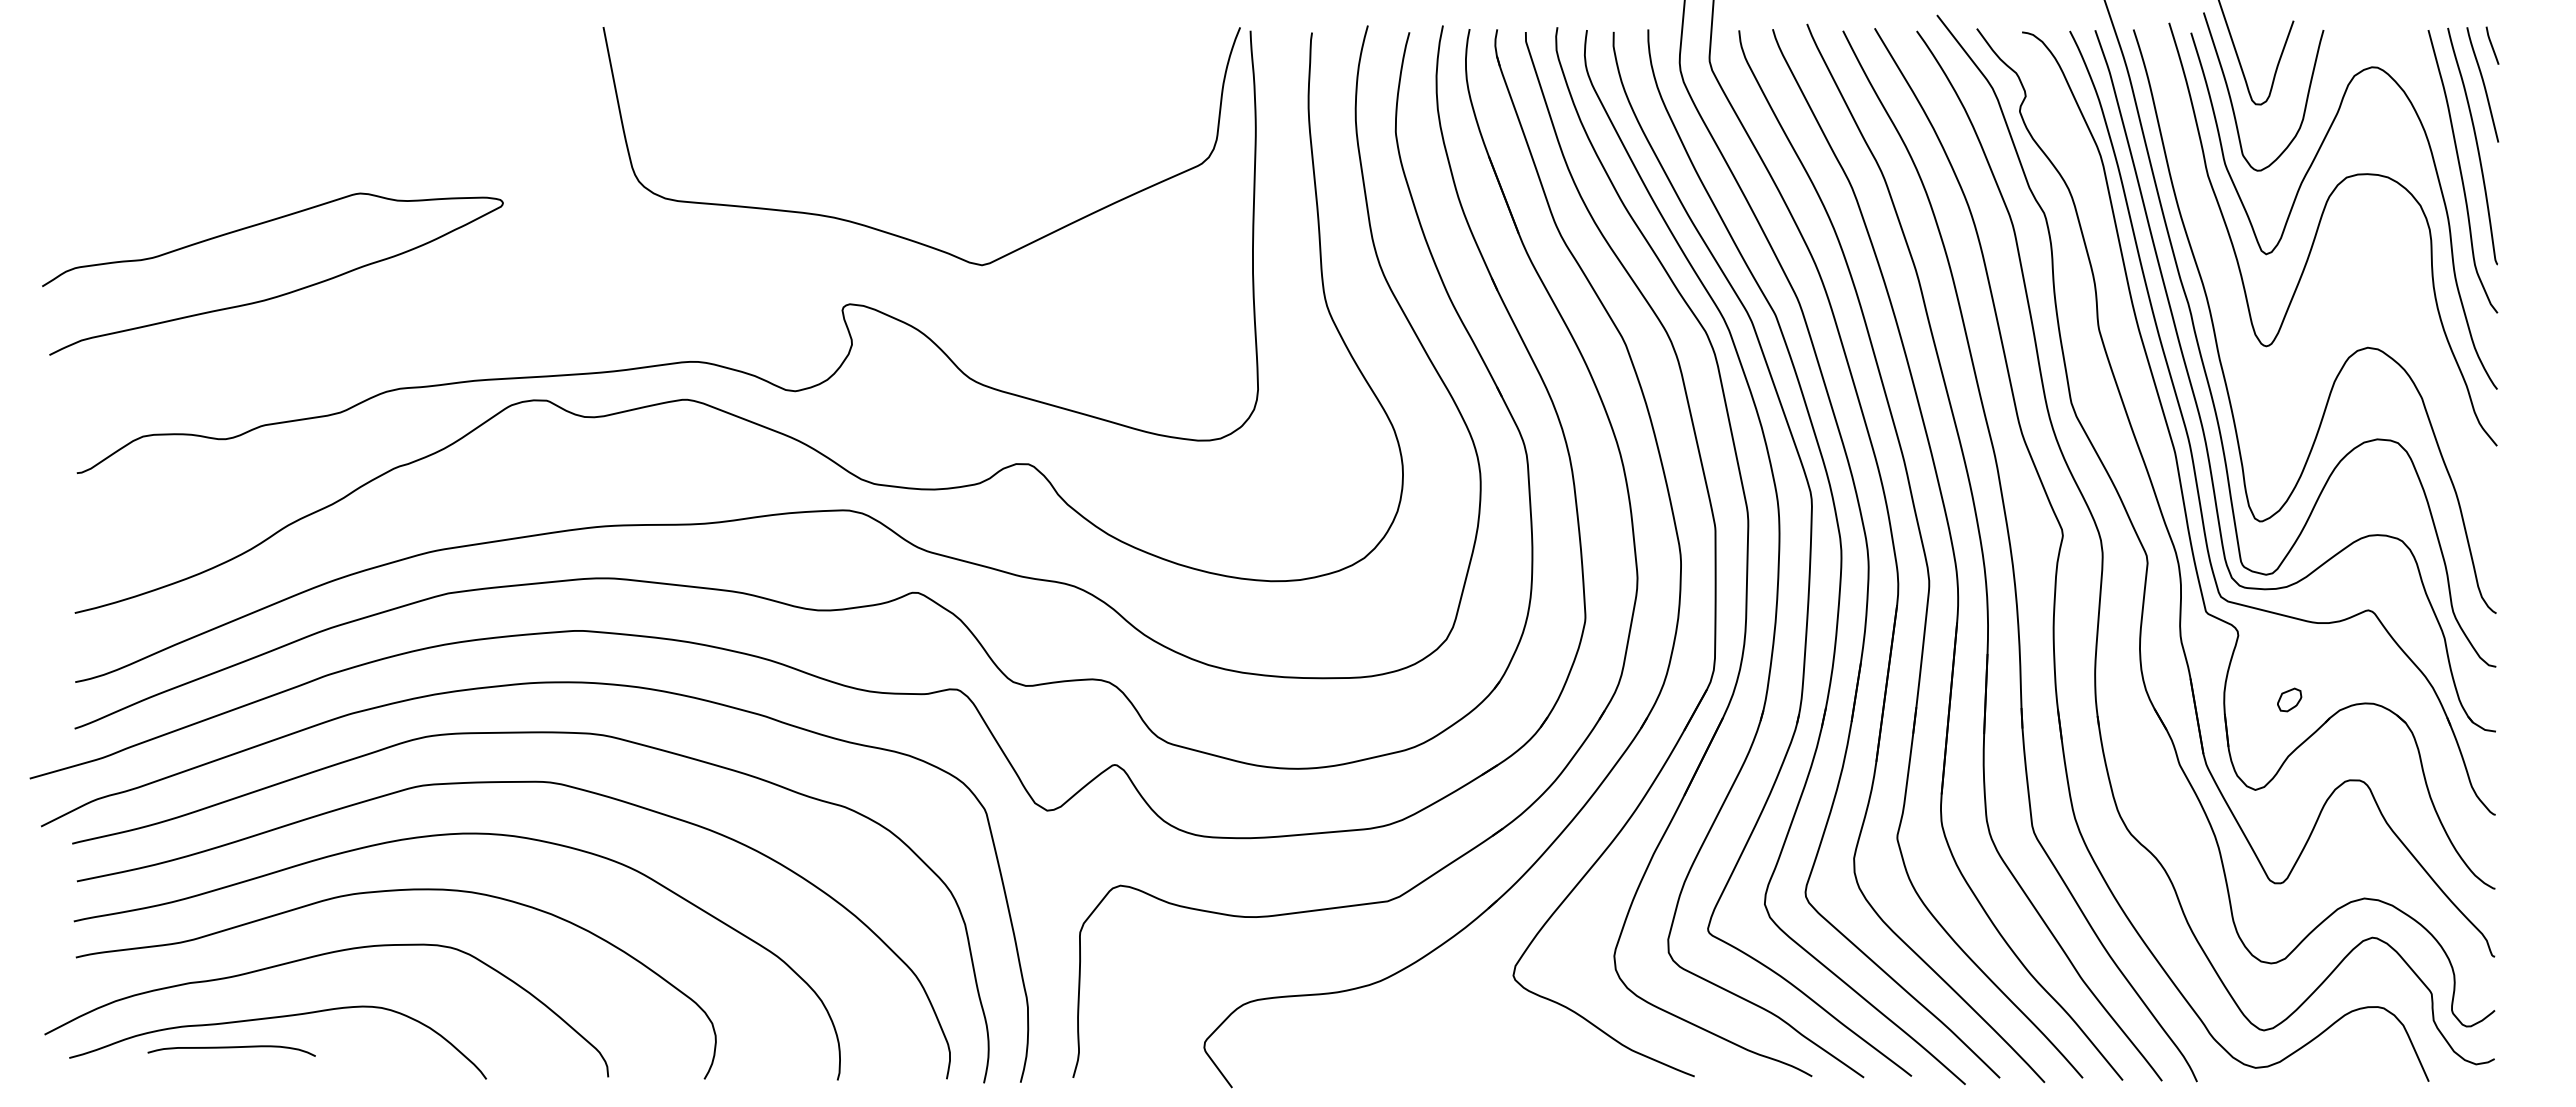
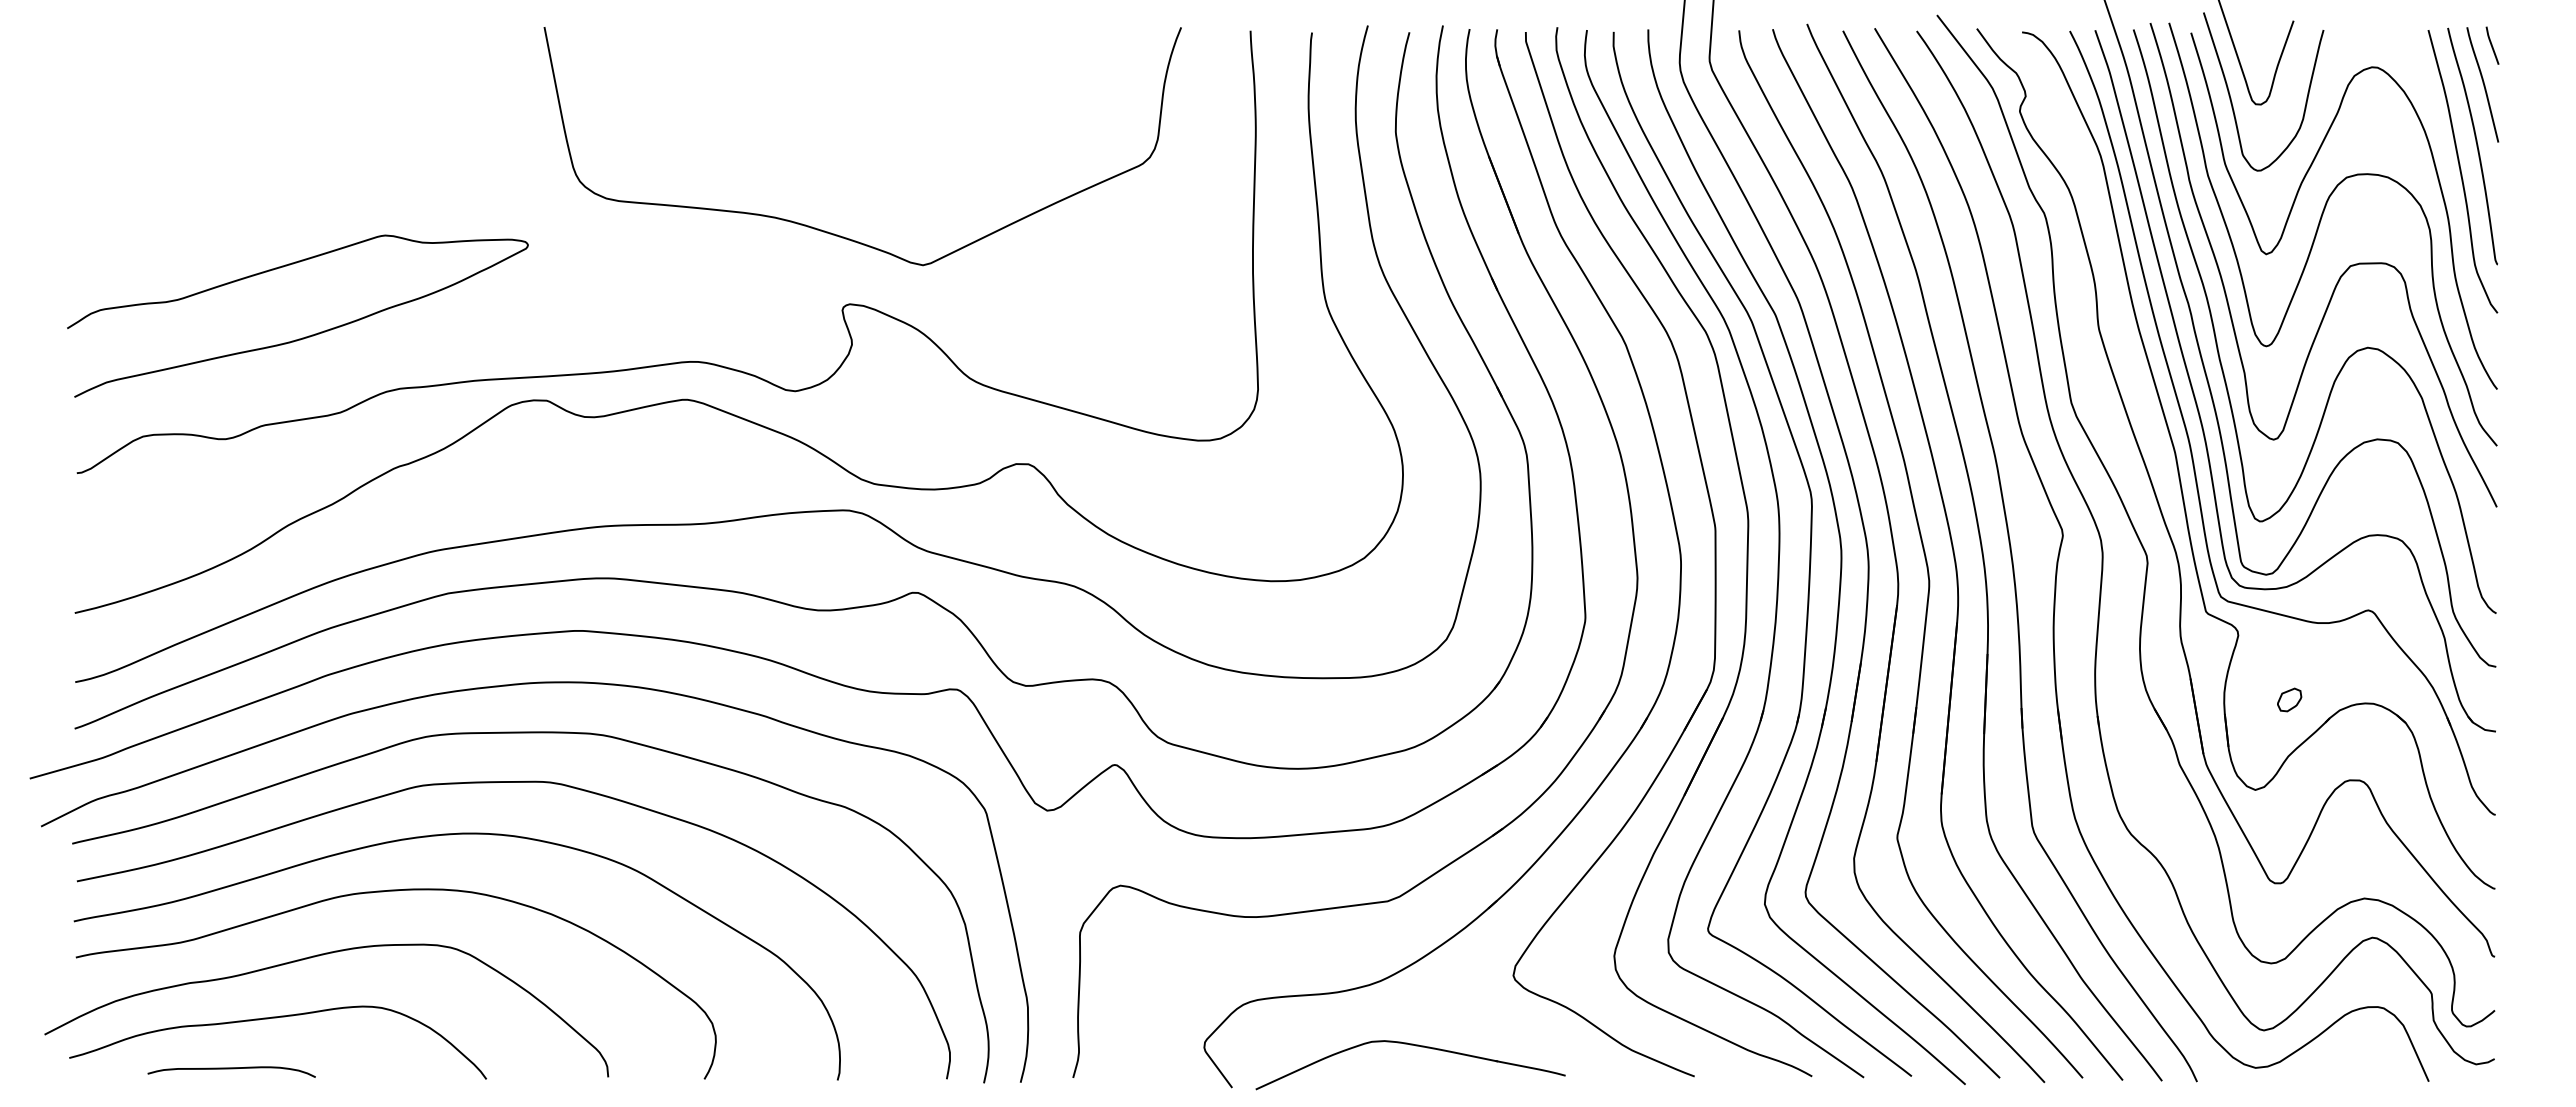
curve at (893, 233) position: (893, 233) -> (834, 233)
curve at (2340, 275): none -> present
curve at (280, 294) position: (280, 294) -> (305, 336)
part at (1415, 1046): none -> present
curve at (231, 1048) position: (231, 1048) -> (231, 1069)
